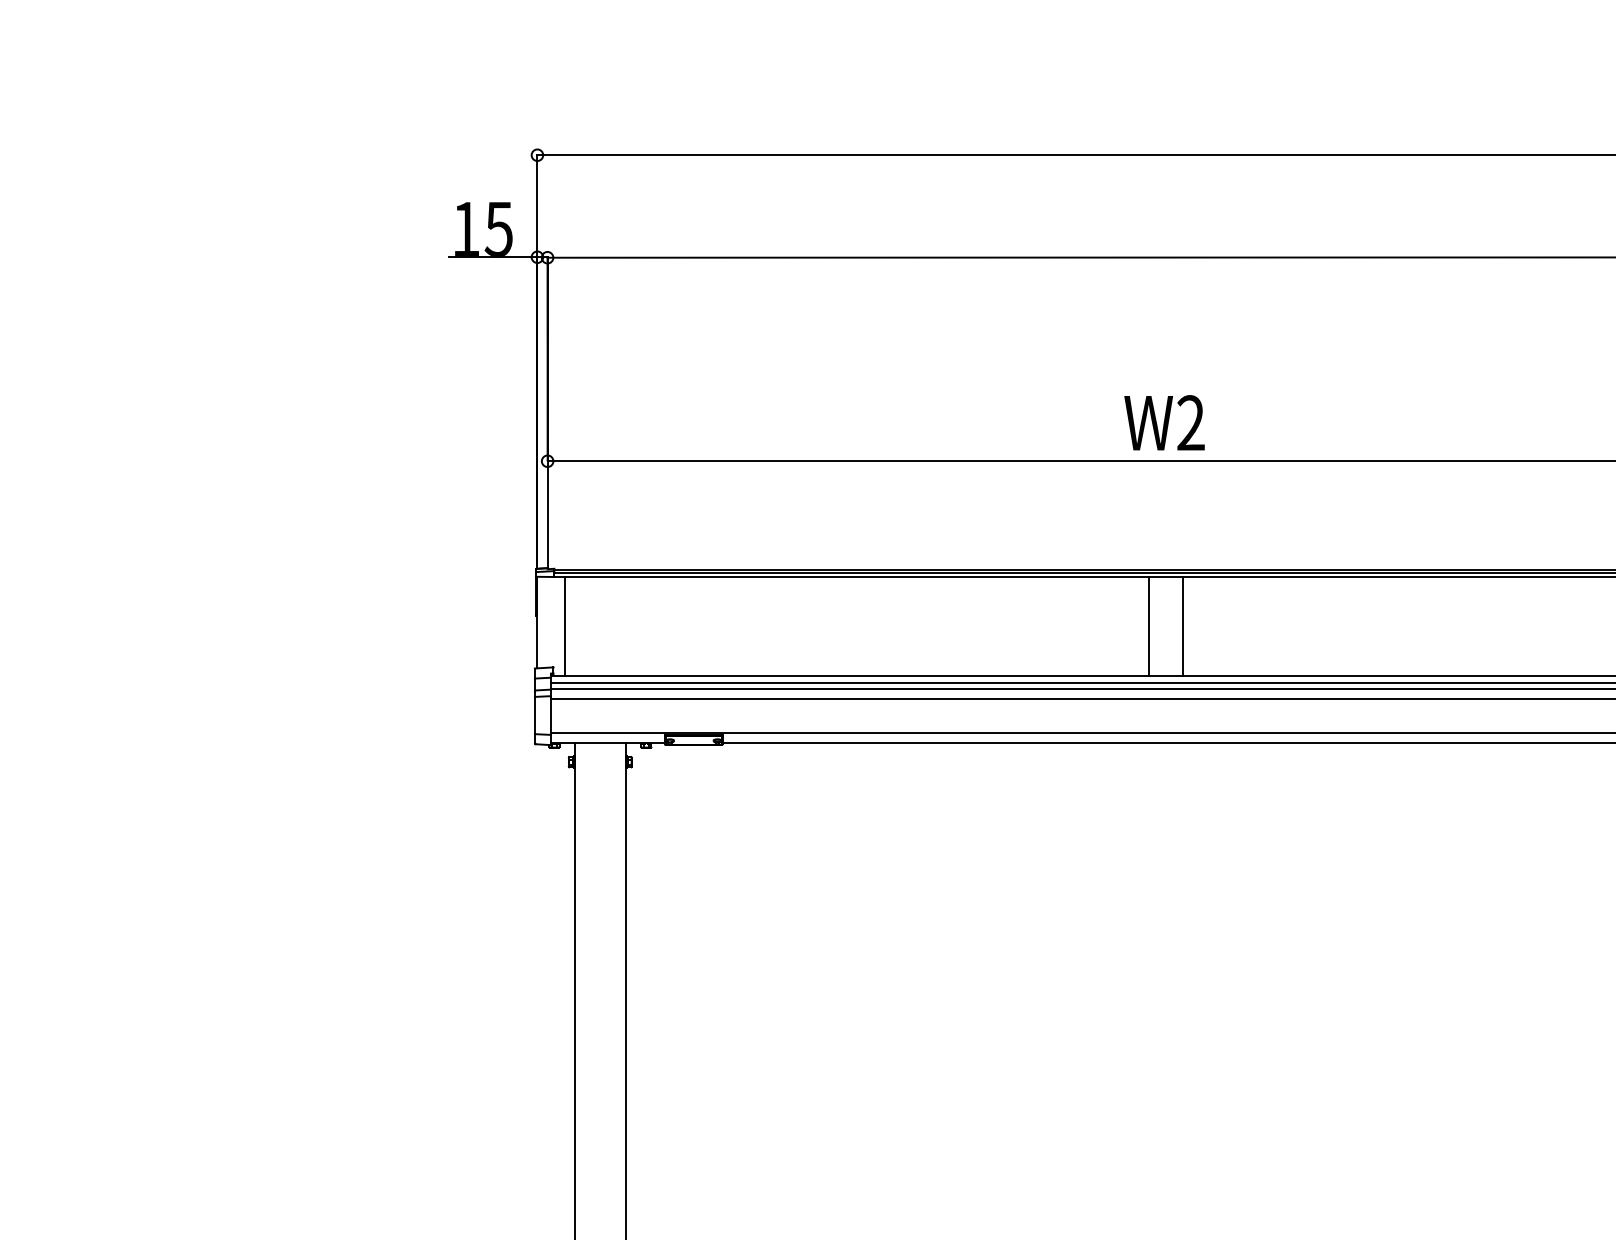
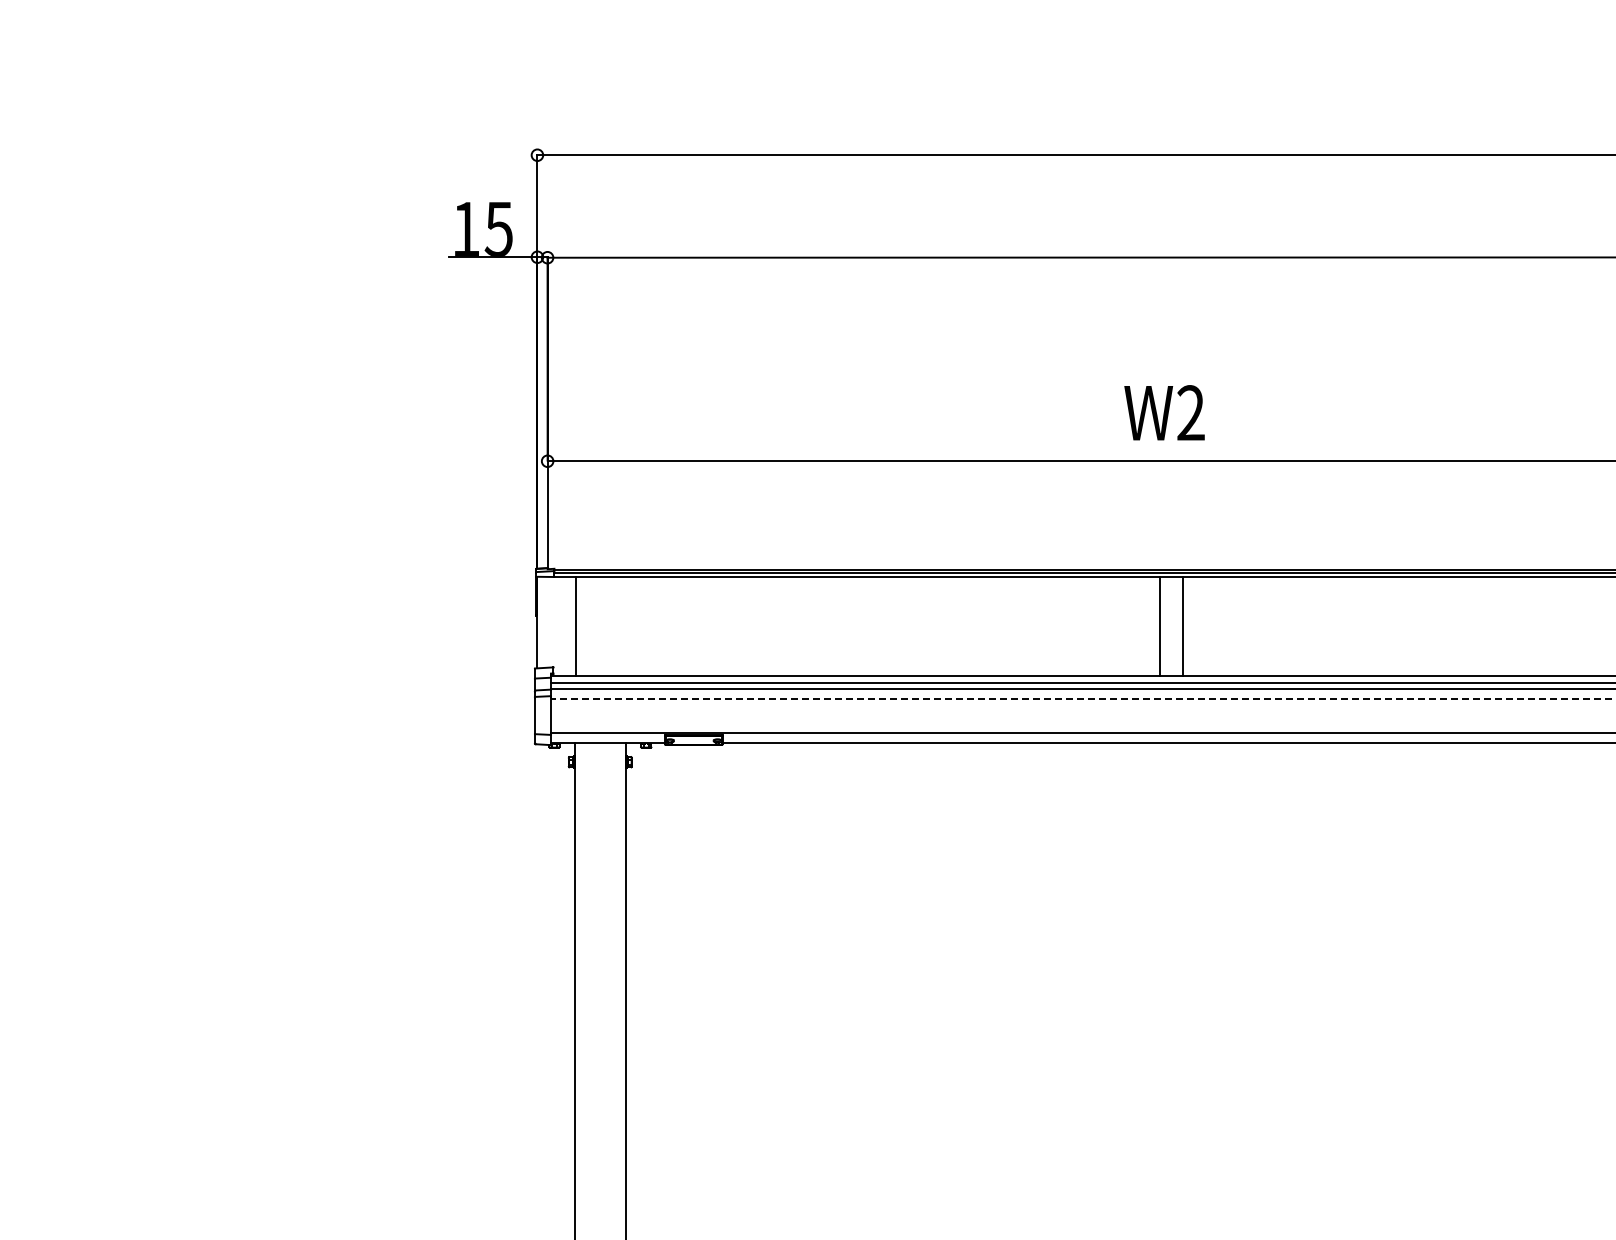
text at (1164, 422) position: (1164, 422) -> (1164, 412)
line at (564, 626) position: (564, 626) -> (575, 626)
line at (1149, 626) position: (1149, 626) -> (1160, 626)
line at (1082, 698): solid -> dashed
